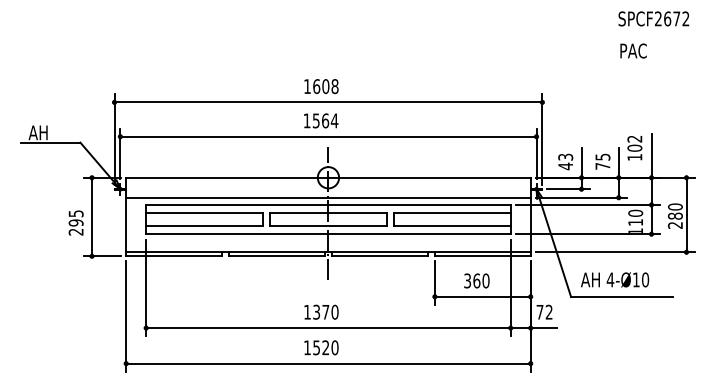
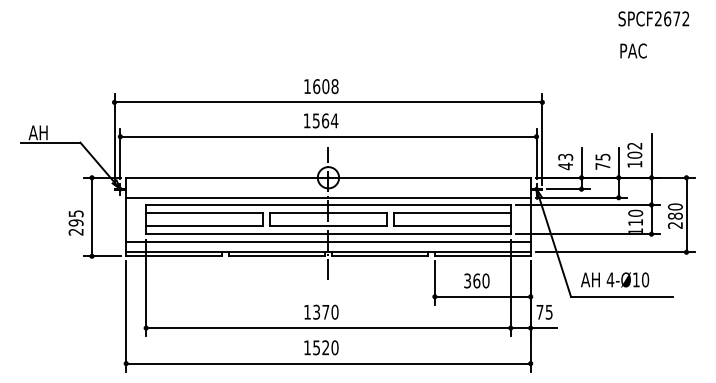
text at (634, 148) position: (634, 148) -> (634, 155)
line at (328, 242): none -> present
text at (548, 311): 72 -> 75
